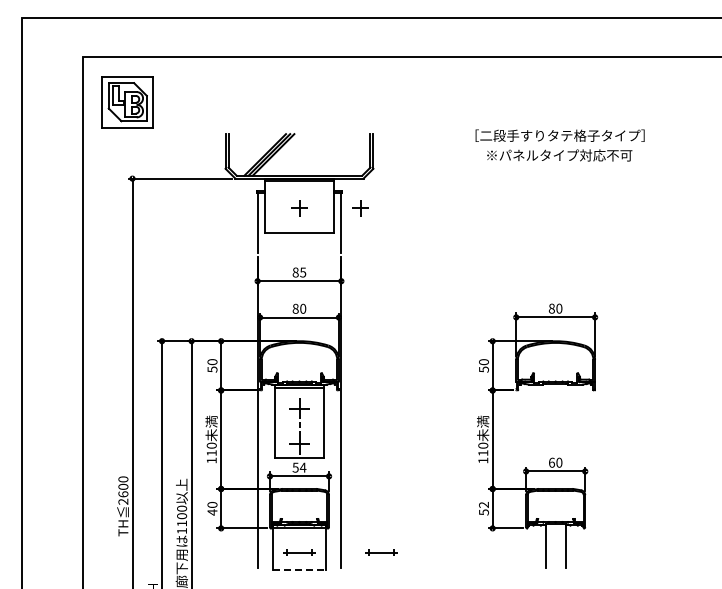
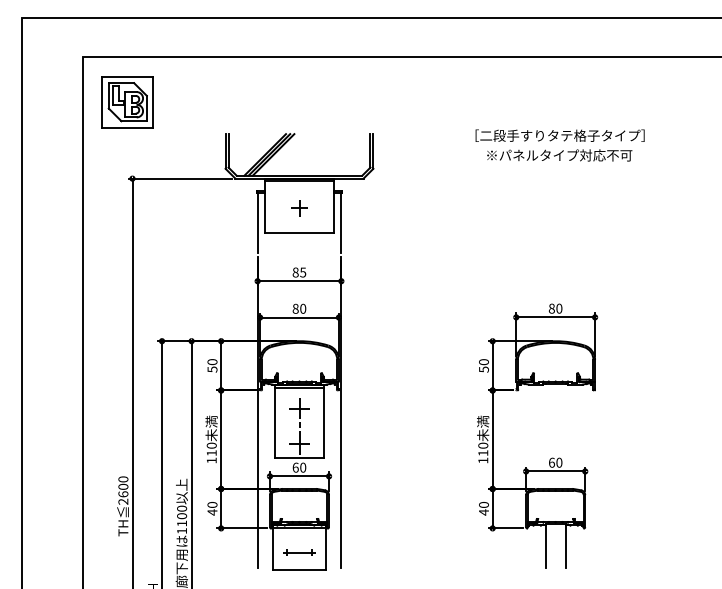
part at (360, 208): present -> none
text at (299, 467): 54 -> 60
text at (483, 508): 52 -> 40
part at (381, 552): present -> none
line at (300, 569): dashed -> solid
